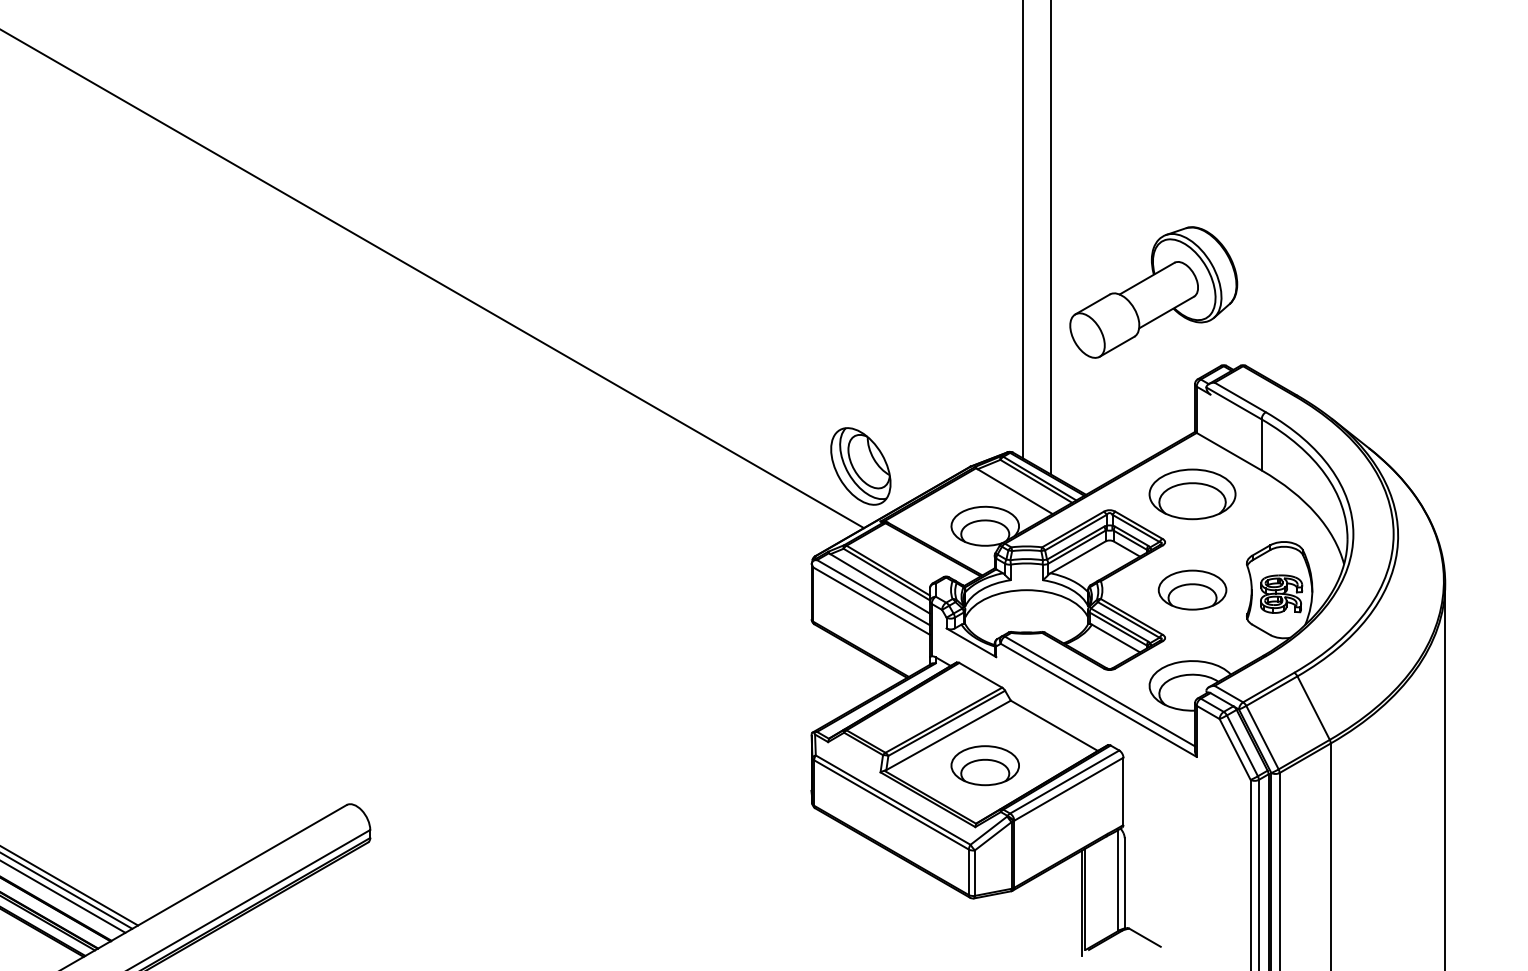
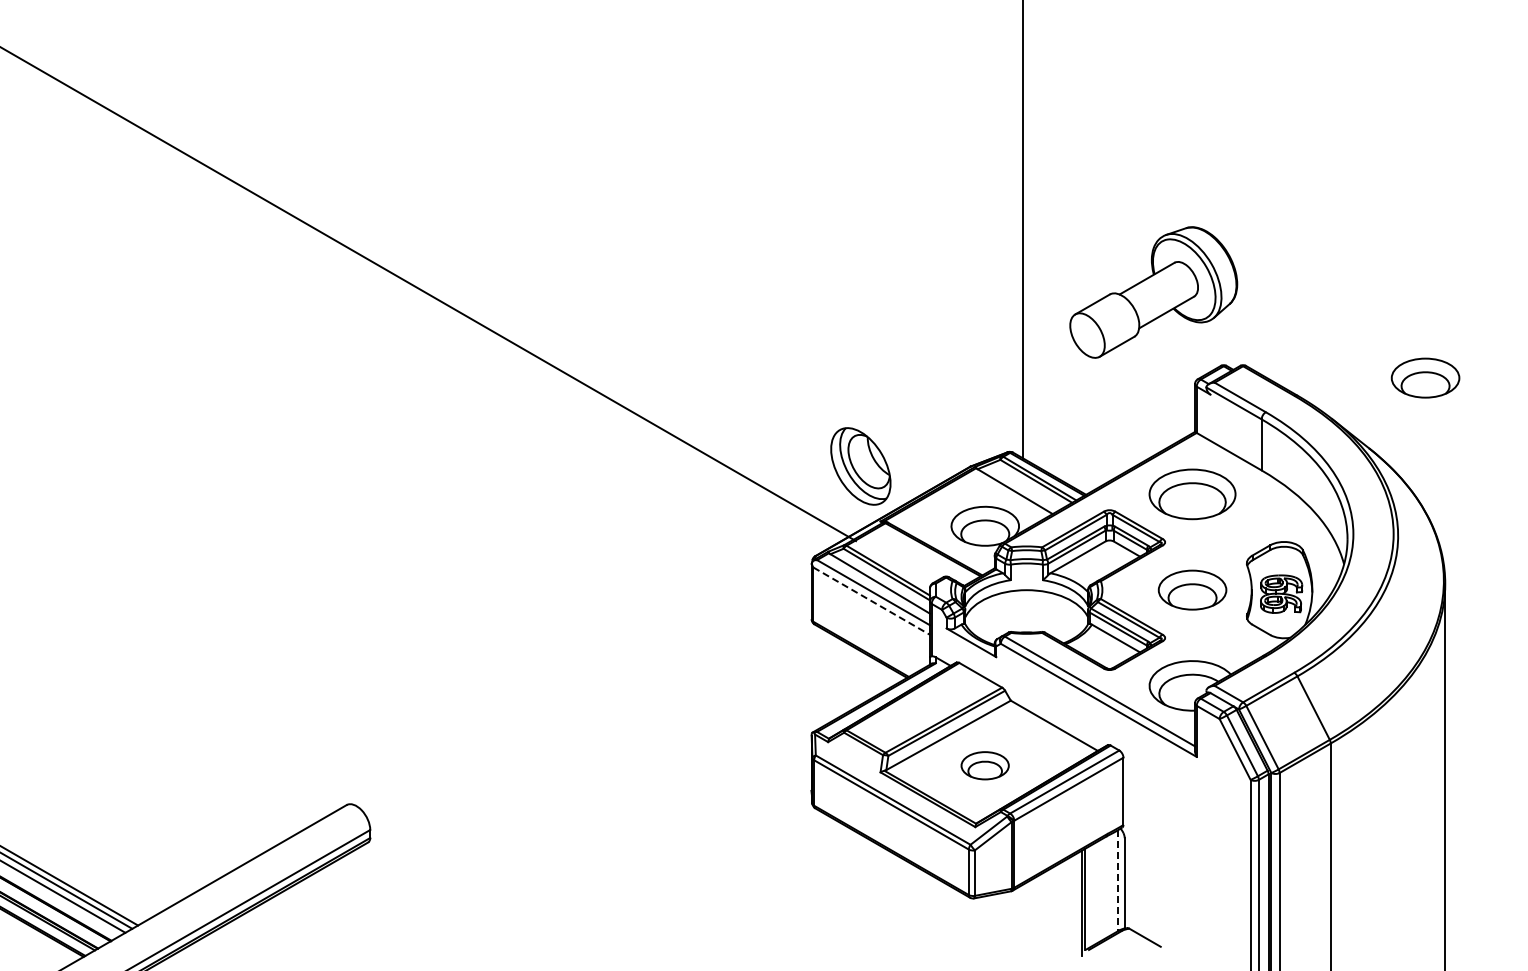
line at (1050, 238): present -> none
line at (433, 279) position: (433, 279) -> (429, 294)
part at (1425, 377): none -> present
line at (872, 601): solid -> dashed
part at (984, 765) size: 70x42 px -> 50x30 px
line at (1117, 881): solid -> dashed
